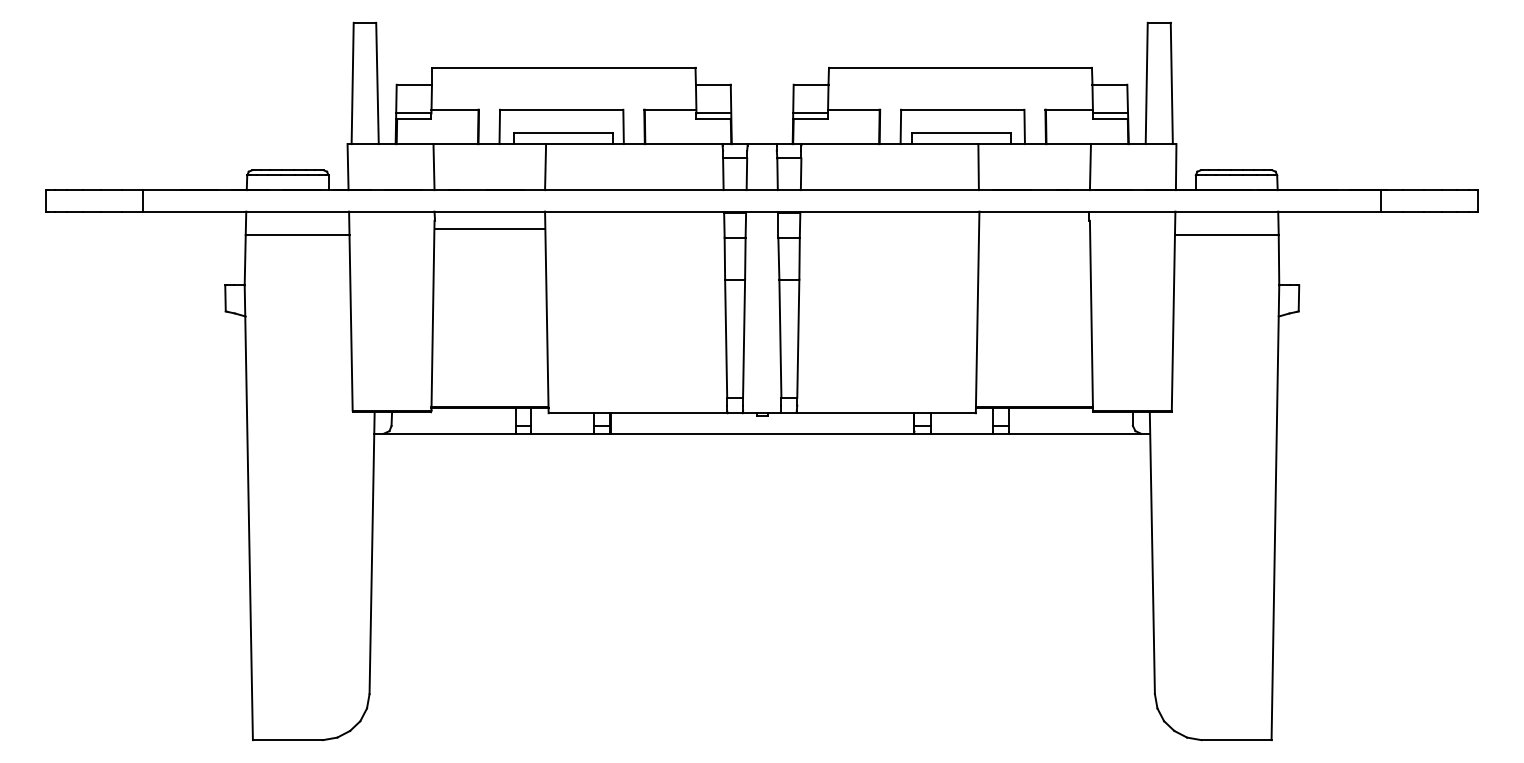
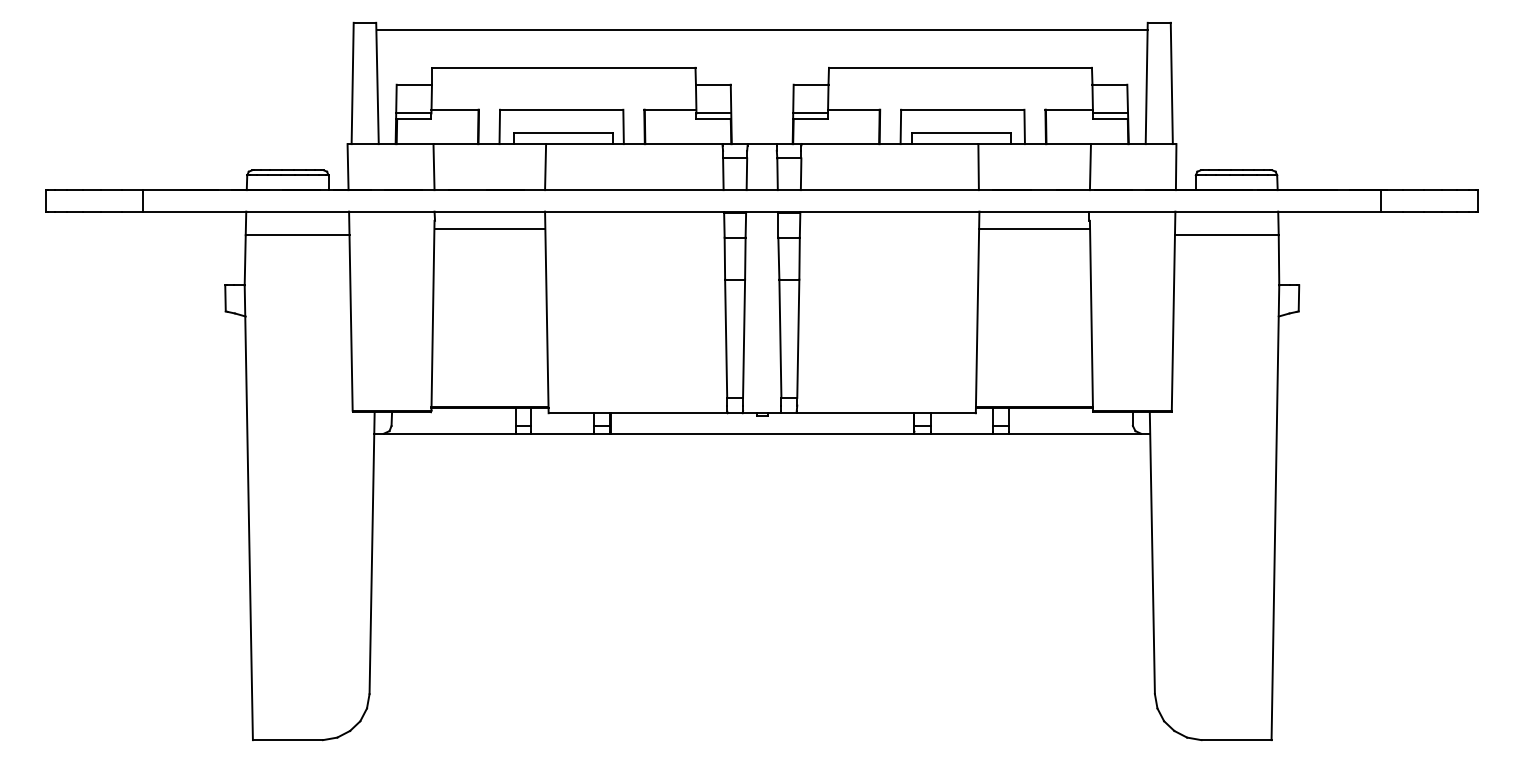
line at (761, 30): none -> present
line at (1033, 228): none -> present
